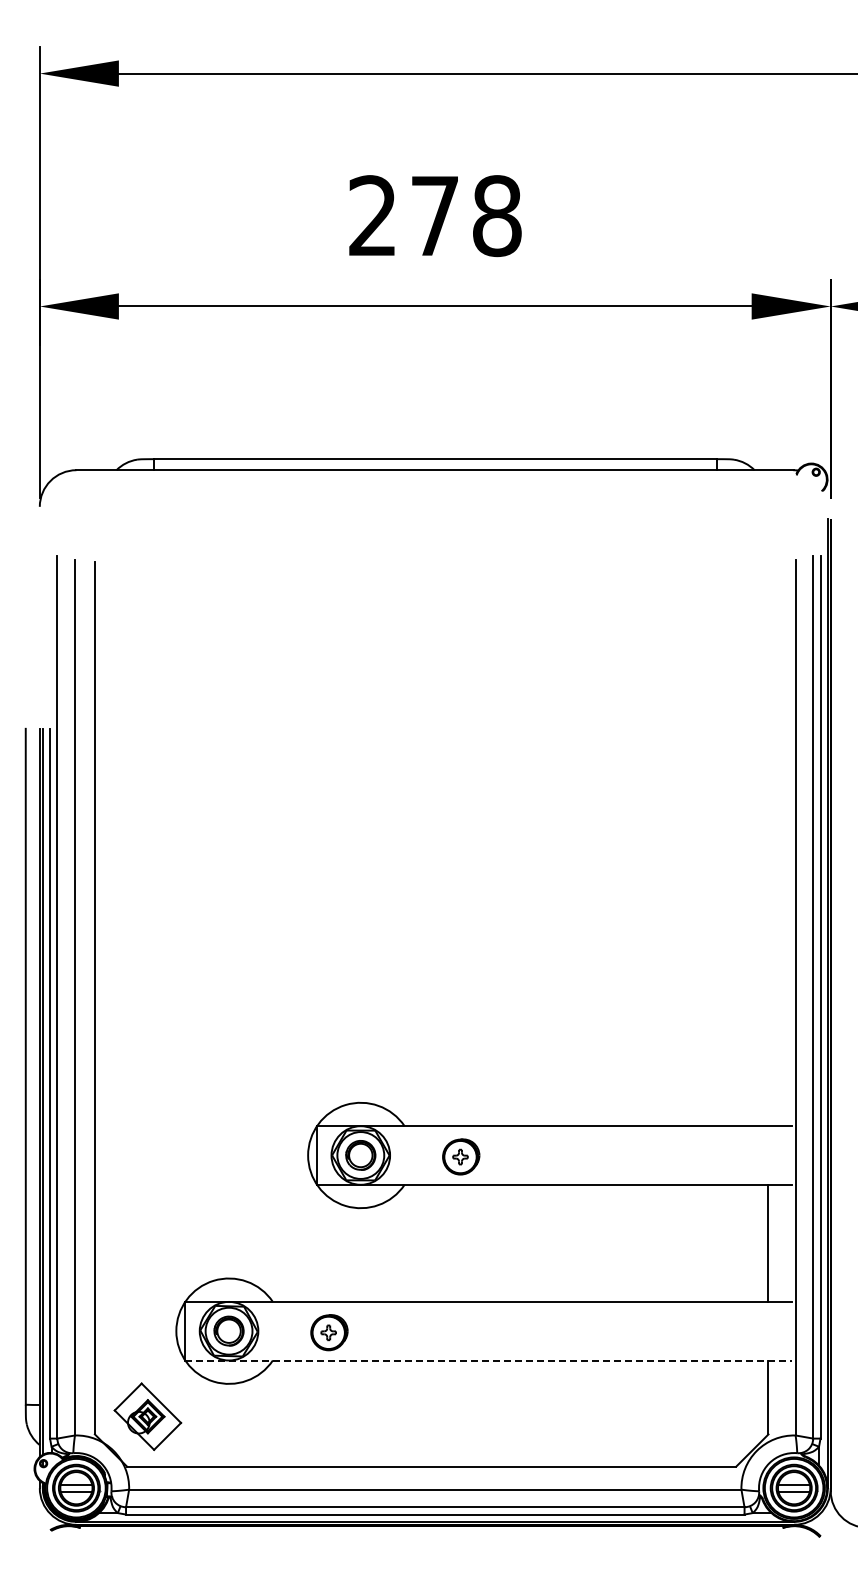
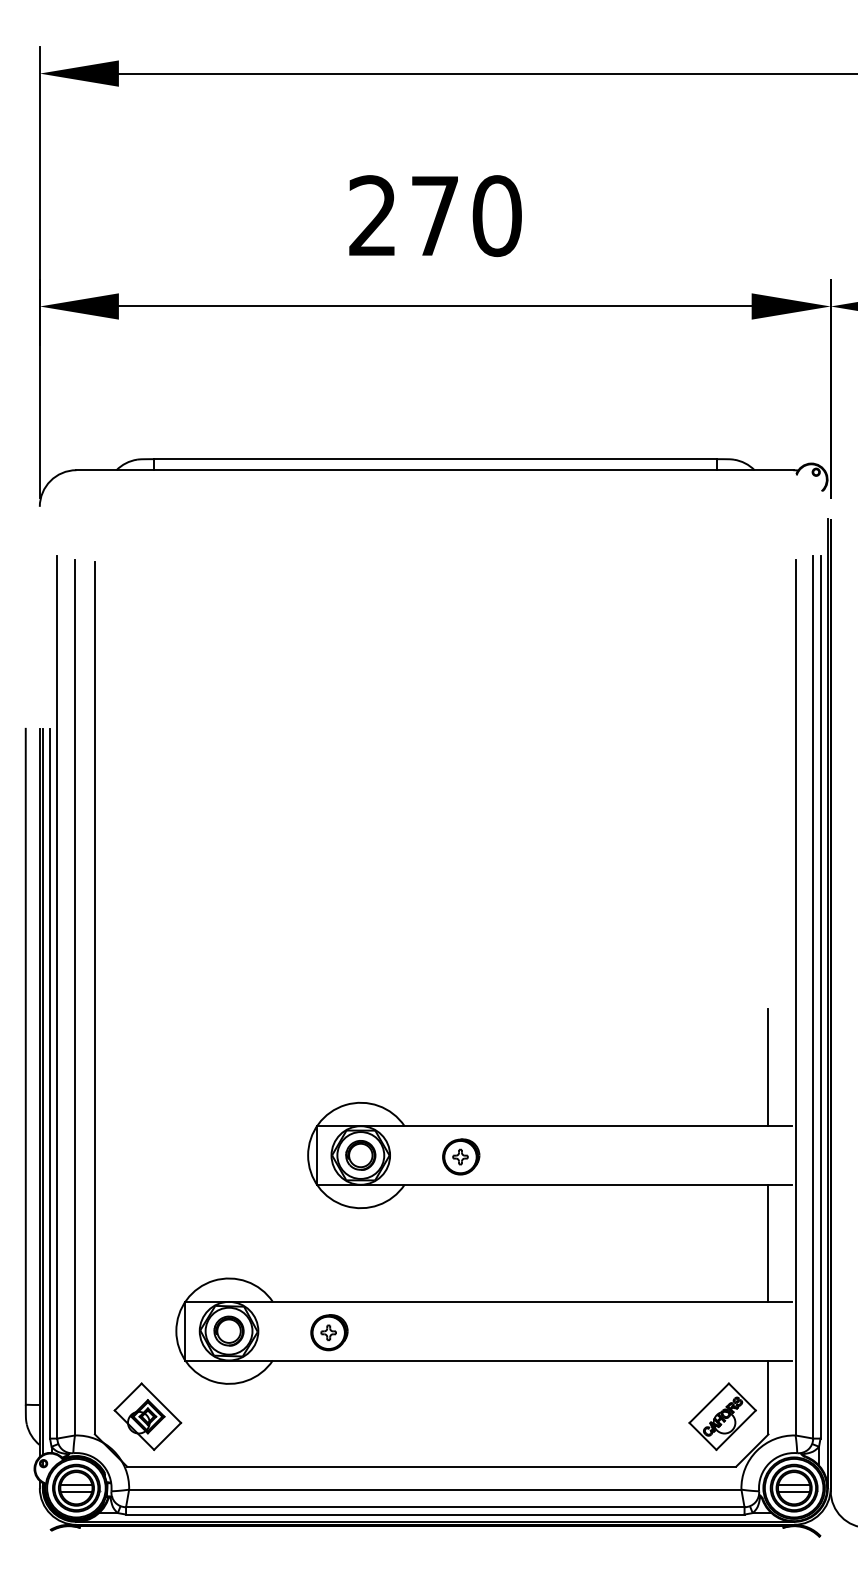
text at (496, 215): 278 -> 270
line at (768, 1067): none -> present
line at (488, 1360): dashed -> solid
part at (722, 1416): none -> present
